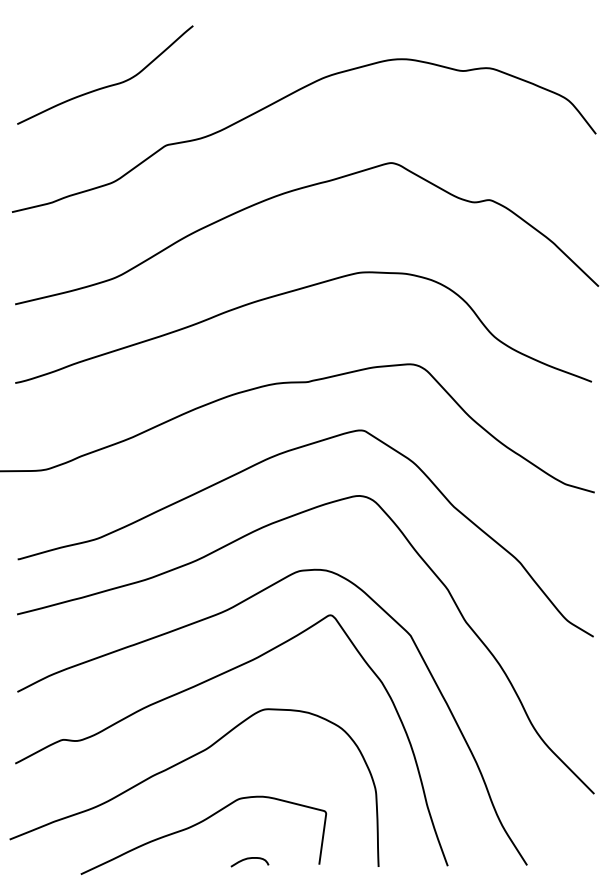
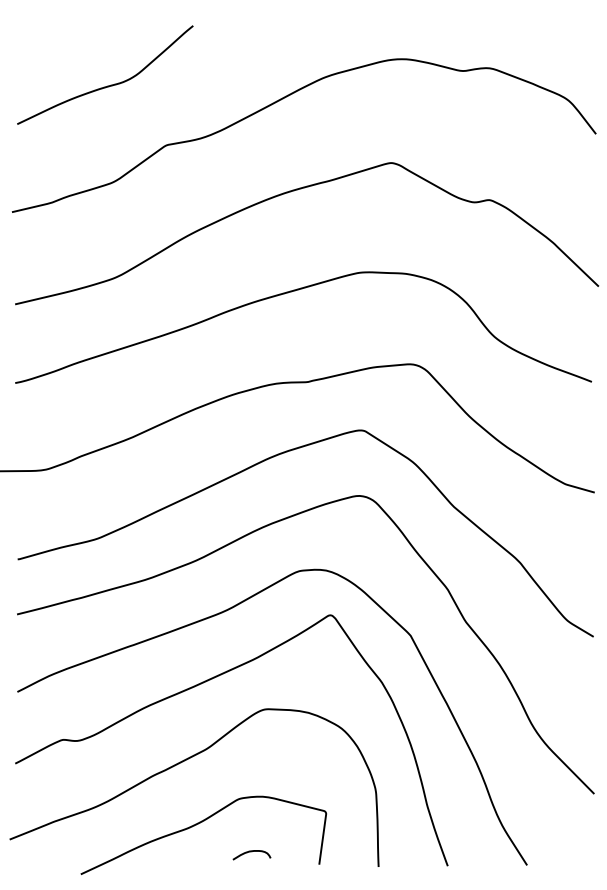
curve at (249, 859) position: (249, 859) -> (251, 852)
